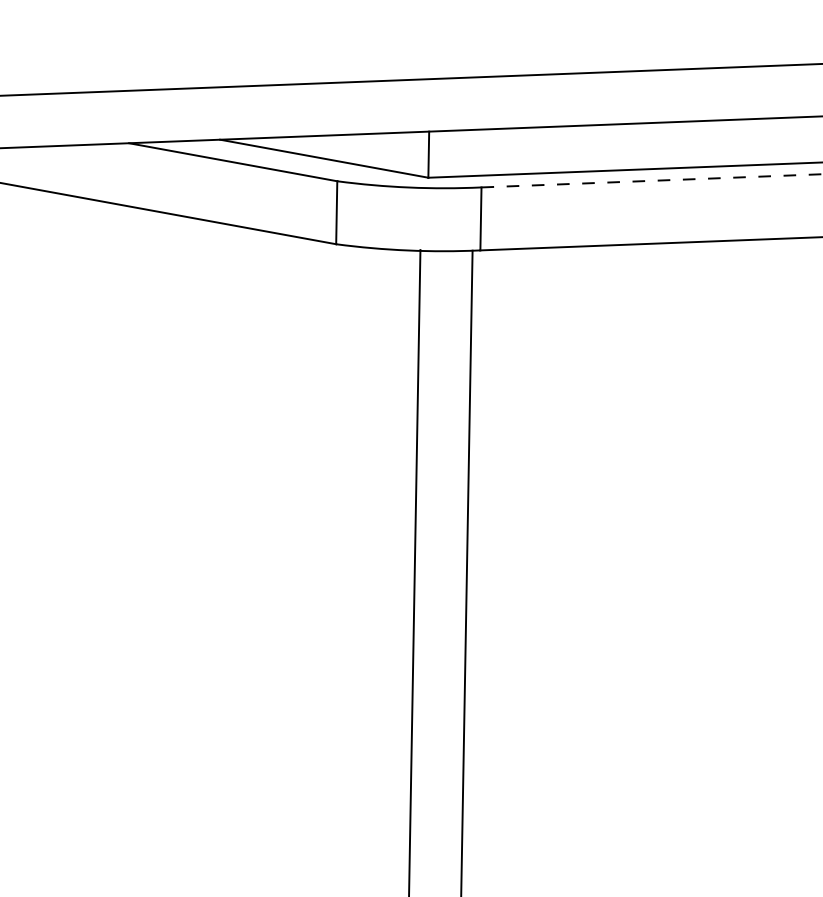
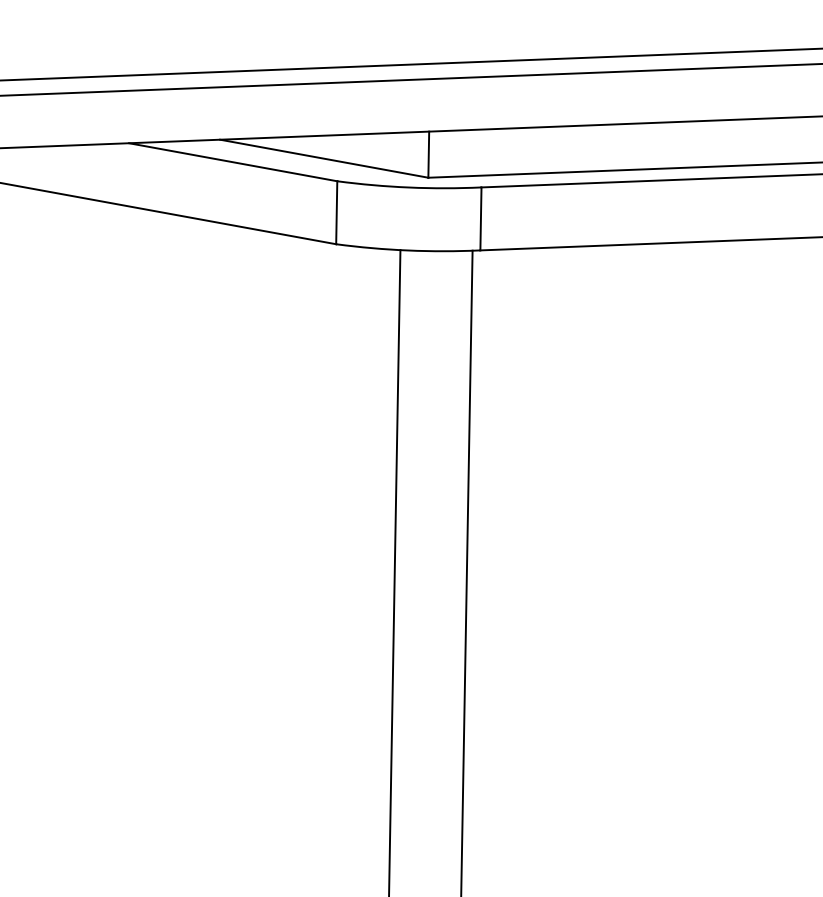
line at (410, 64): none -> present
line at (652, 180): dashed -> solid
line at (414, 571) position: (414, 571) -> (394, 571)
